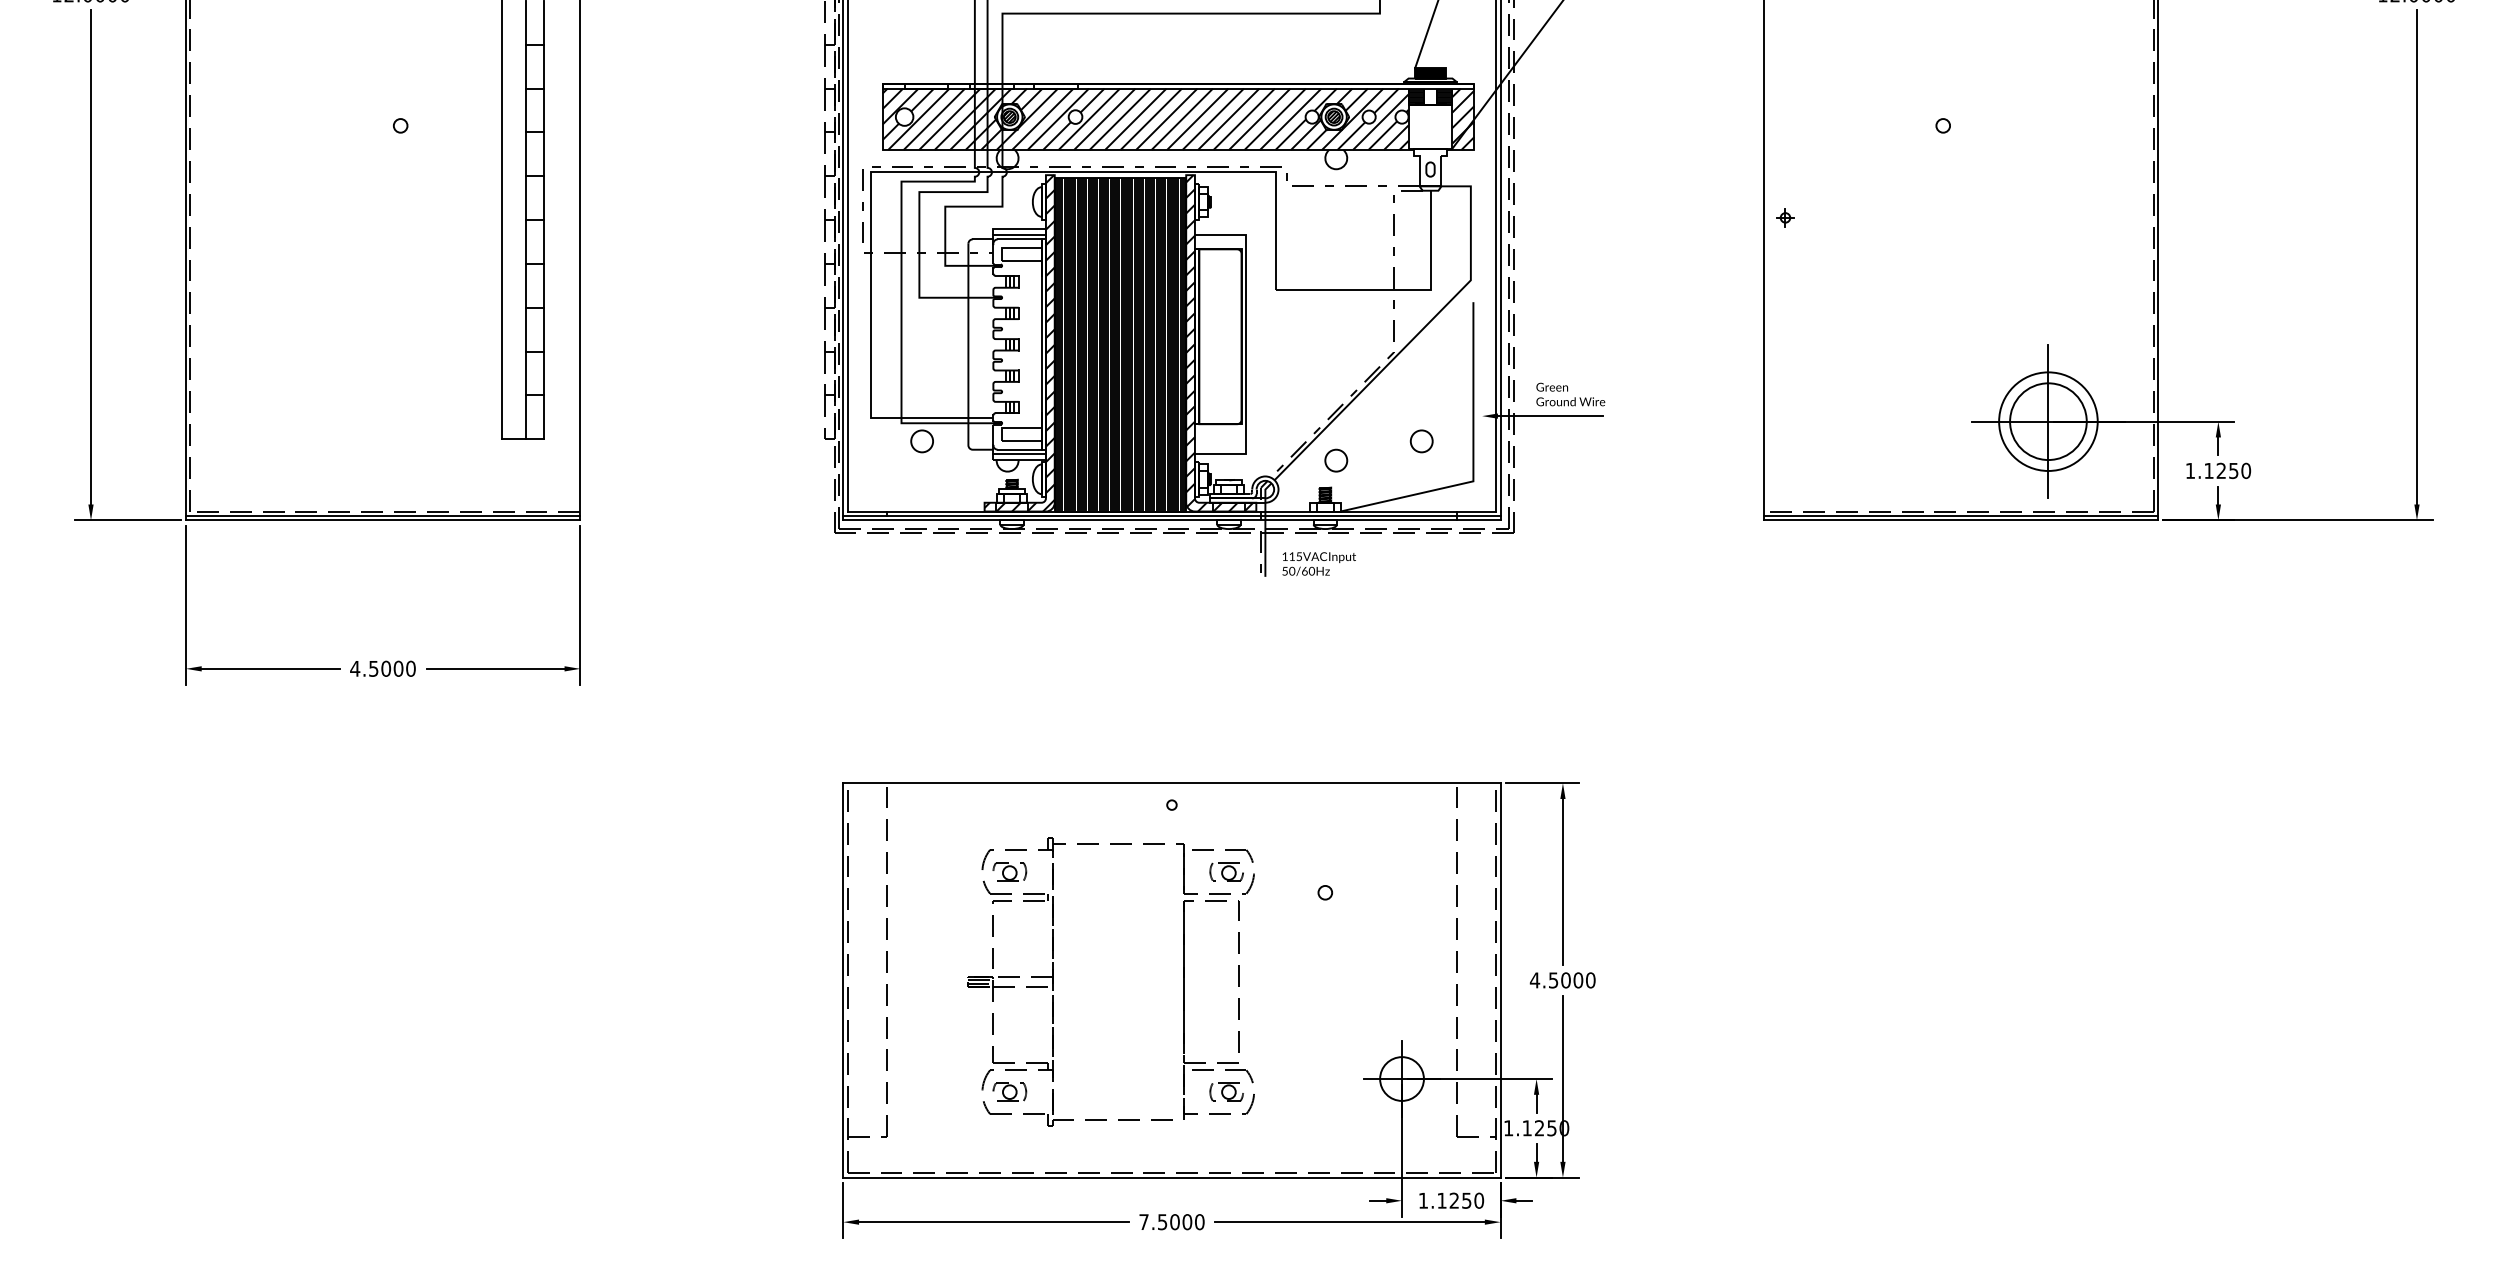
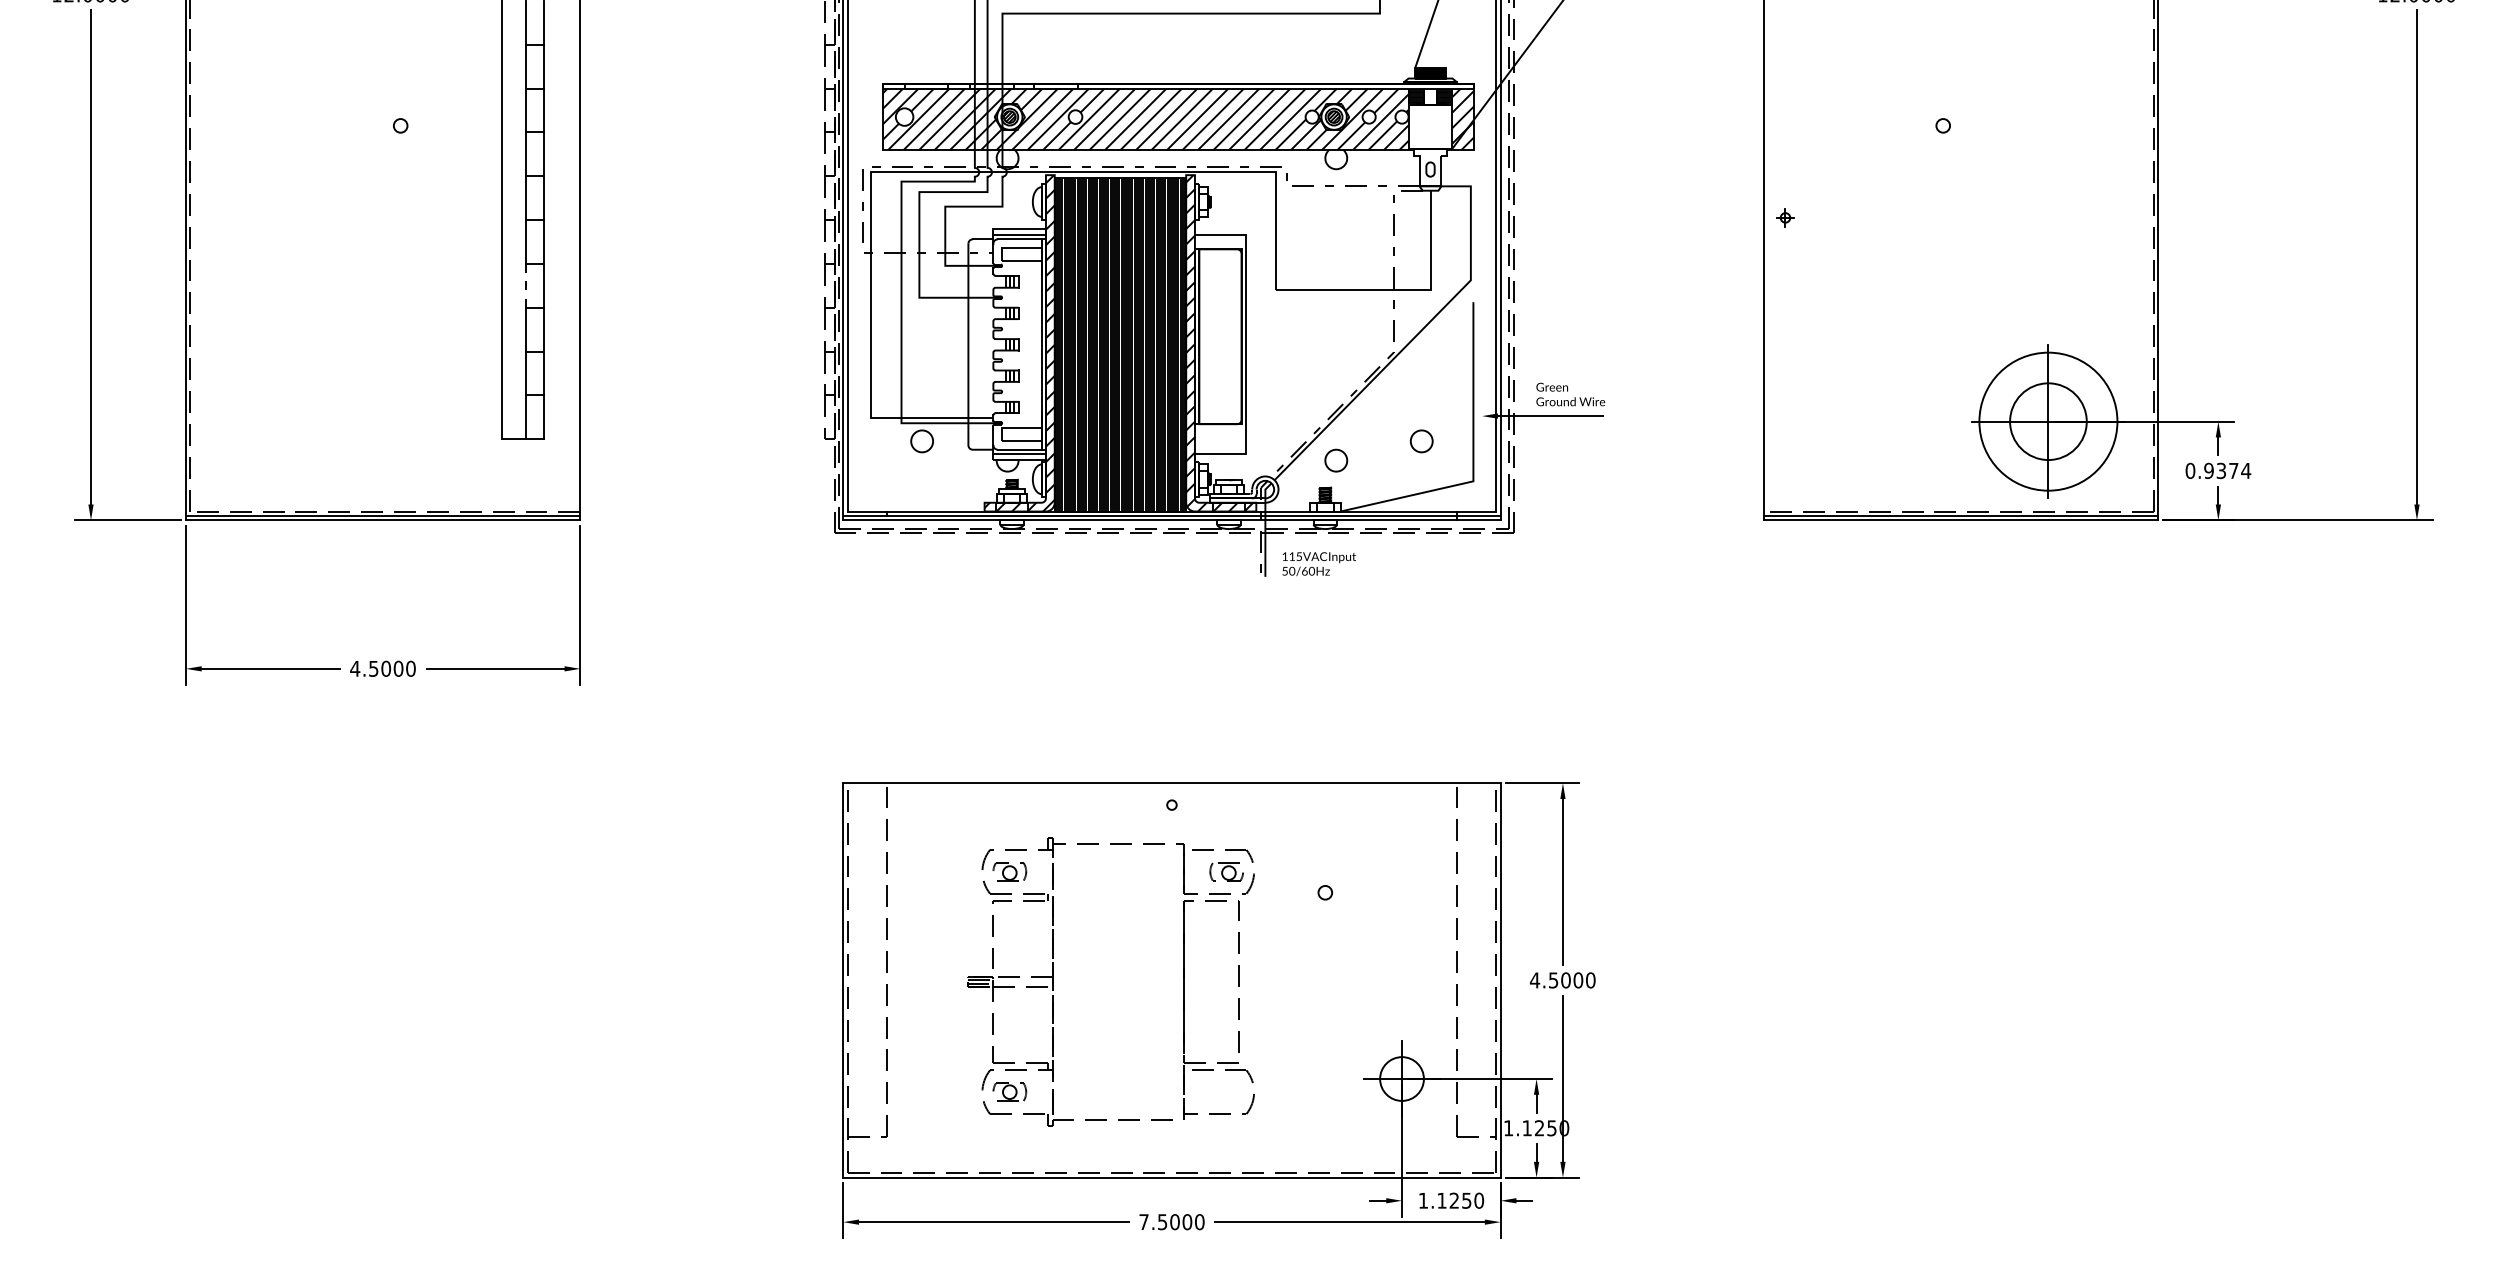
line at (526, 285): solid -> dashed
circle at (2048, 421) diameter: 99 px -> 138 px
text at (2218, 470): 1.1250 -> 0.9374
part at (1226, 1091): present -> none
